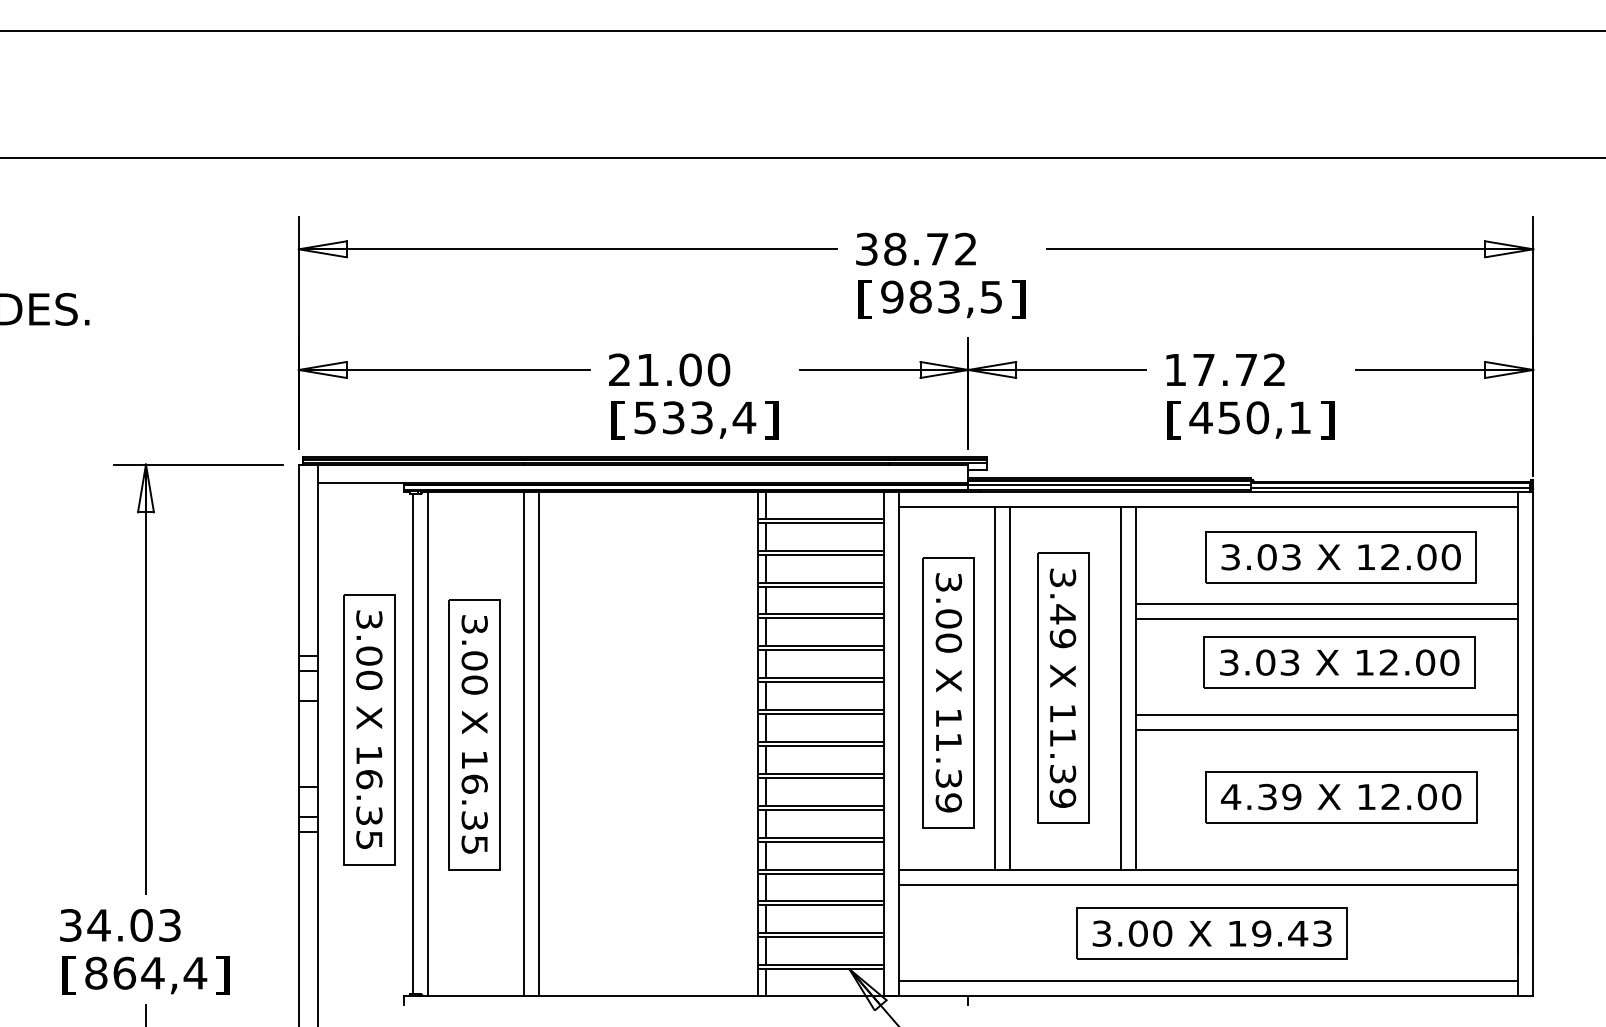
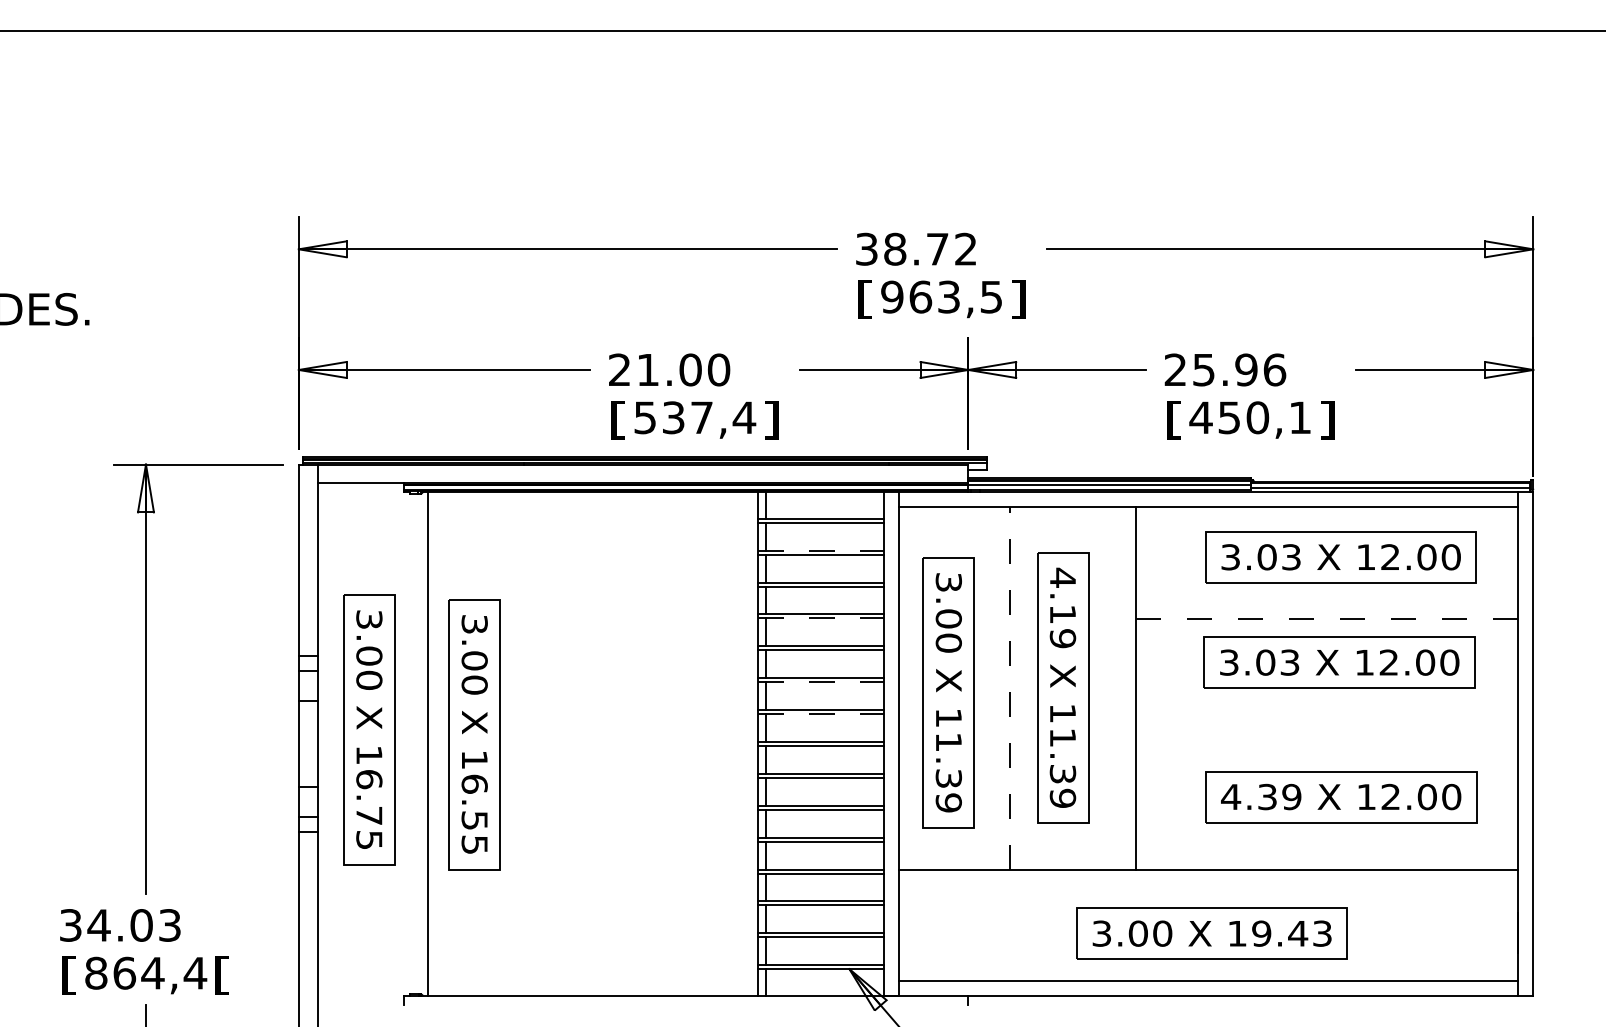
line at (802, 158): present -> none
text at (920, 296): 983,5 -> 963,5
text at (1225, 369): 17.72 -> 25.96
text at (701, 417): 533,4 -> 537,4
line at (821, 550): solid -> dashed
text at (1062, 595): 3.49 -> 4.19
line at (1326, 603): present -> none
line at (821, 618): solid -> dashed
line at (1327, 618): solid -> dashed
line at (821, 682): solid -> dashed
line at (994, 688): present -> none
line at (1009, 688): solid -> dashed
line at (1120, 688): present -> none
line at (821, 714): solid -> dashed
line at (1326, 715): present -> none
line at (1326, 730): present -> none
line at (413, 743): present -> none
line at (523, 743): present -> none
line at (538, 743): present -> none
text at (369, 815): 16.35 -> 16.75
text at (474, 820): 16.35 -> 16.55
line at (1208, 885): present -> none
text at (222, 975): ] -> [
